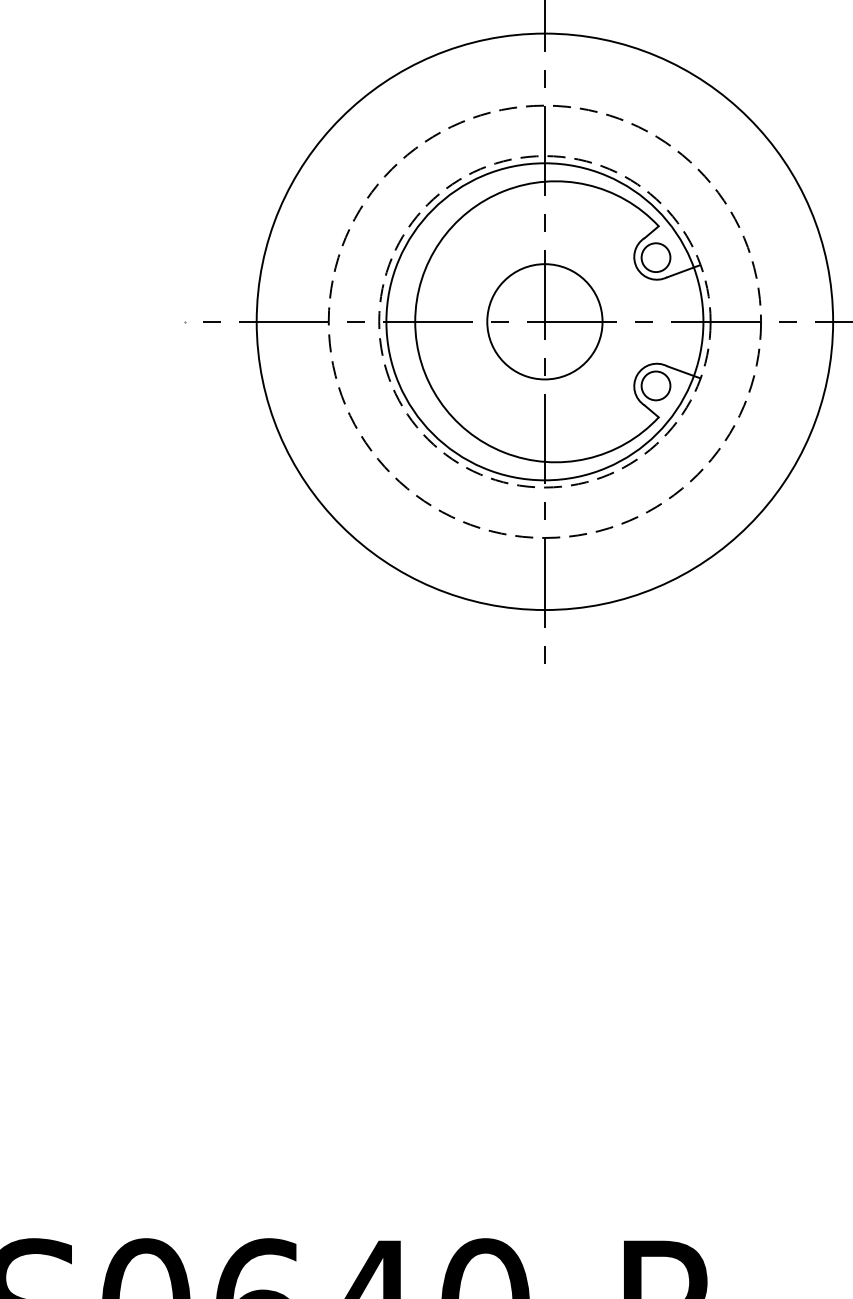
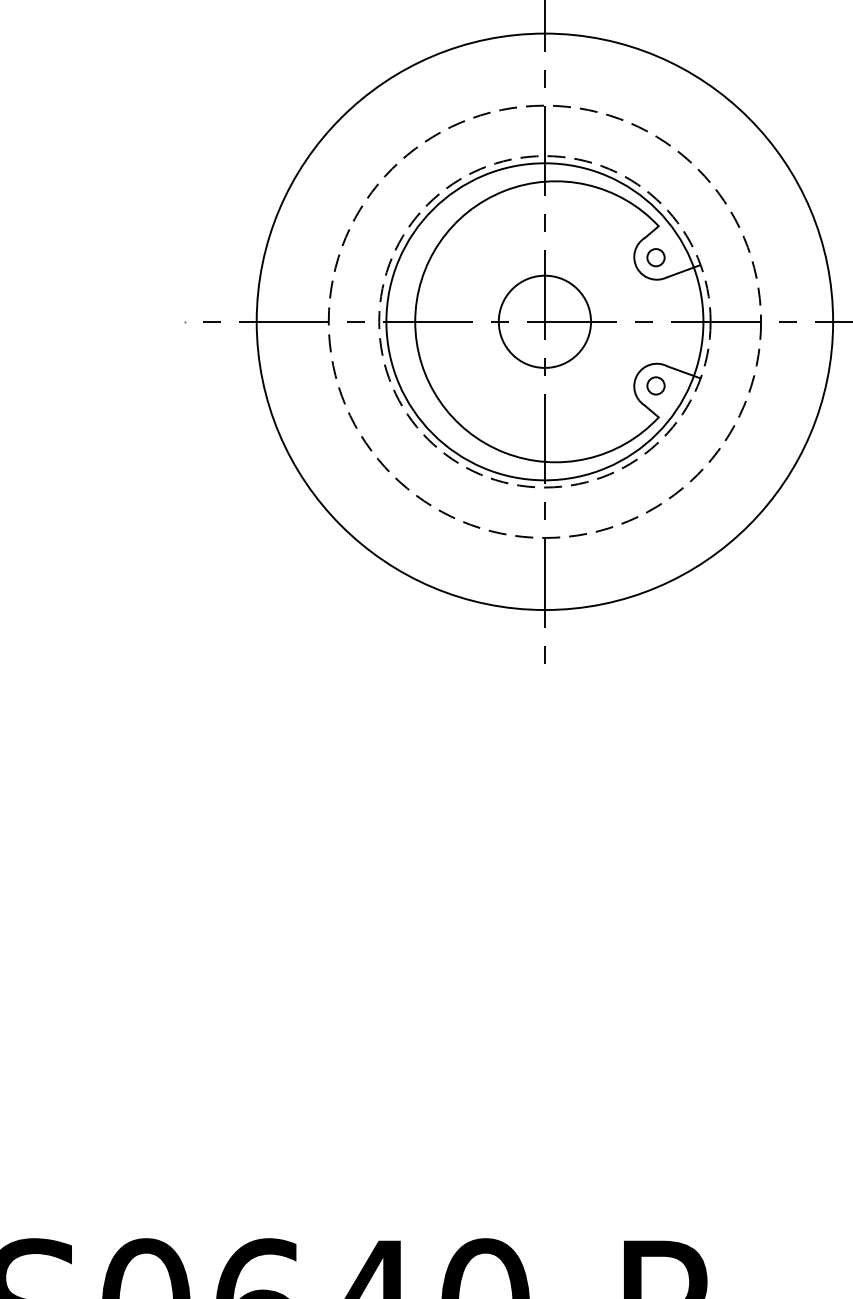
circle at (655, 257) diameter: 29 px -> 17 px
circle at (544, 321) diameter: 115 px -> 92 px
circle at (655, 385) diameter: 29 px -> 17 px
